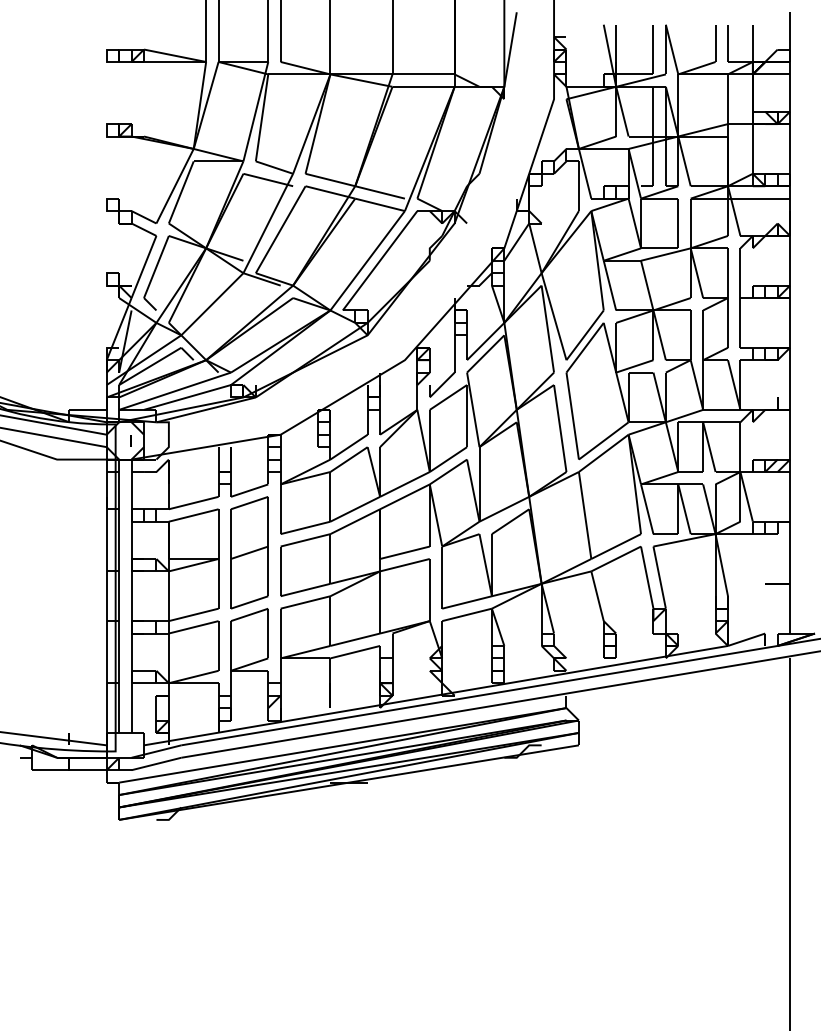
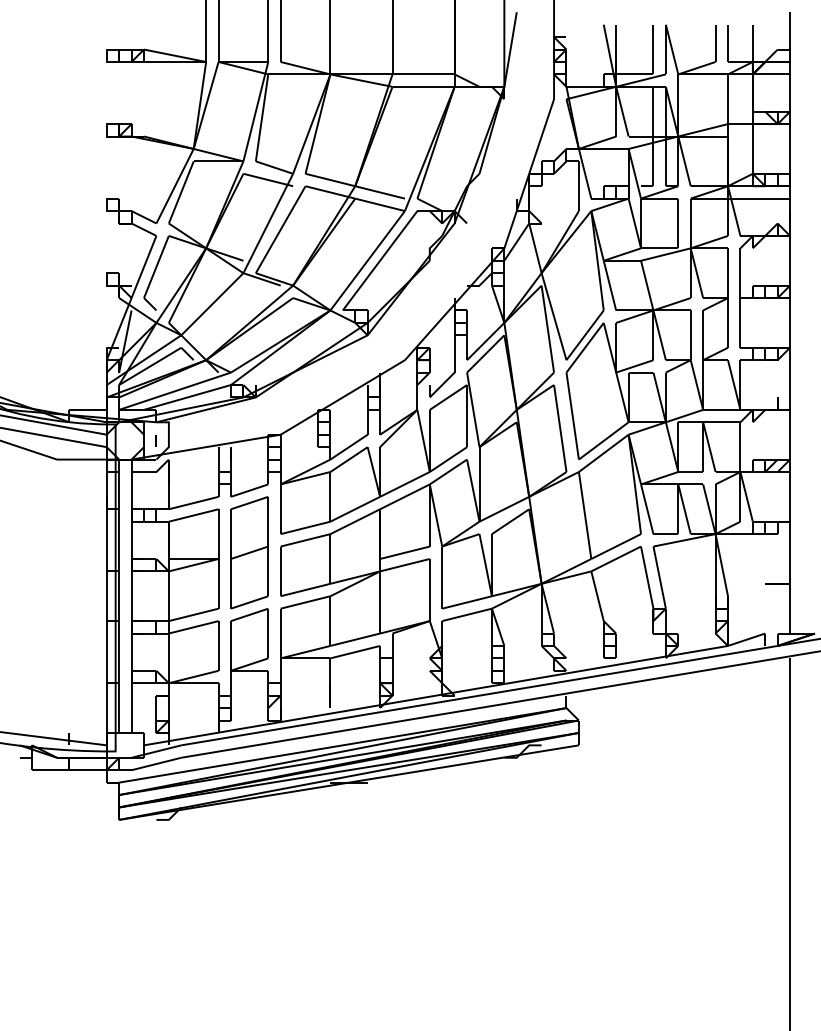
line at (130, 440) position: (130, 440) -> (155, 440)
